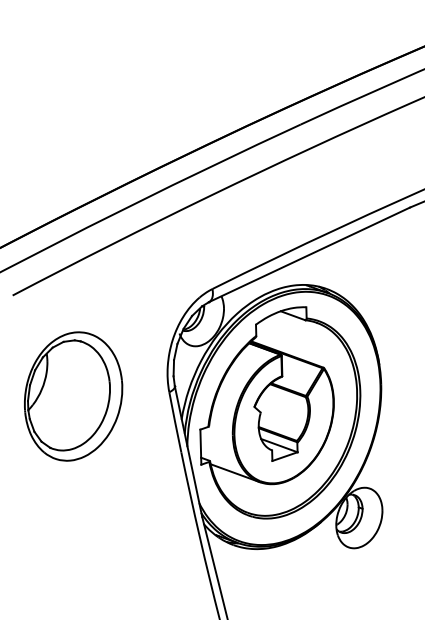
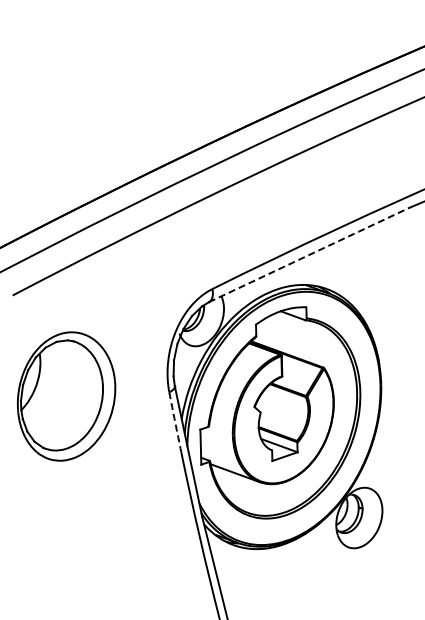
line at (309, 254): solid -> dashed
part at (73, 396) position: (73, 396) -> (66, 396)
arc at (175, 422): solid -> dashed
